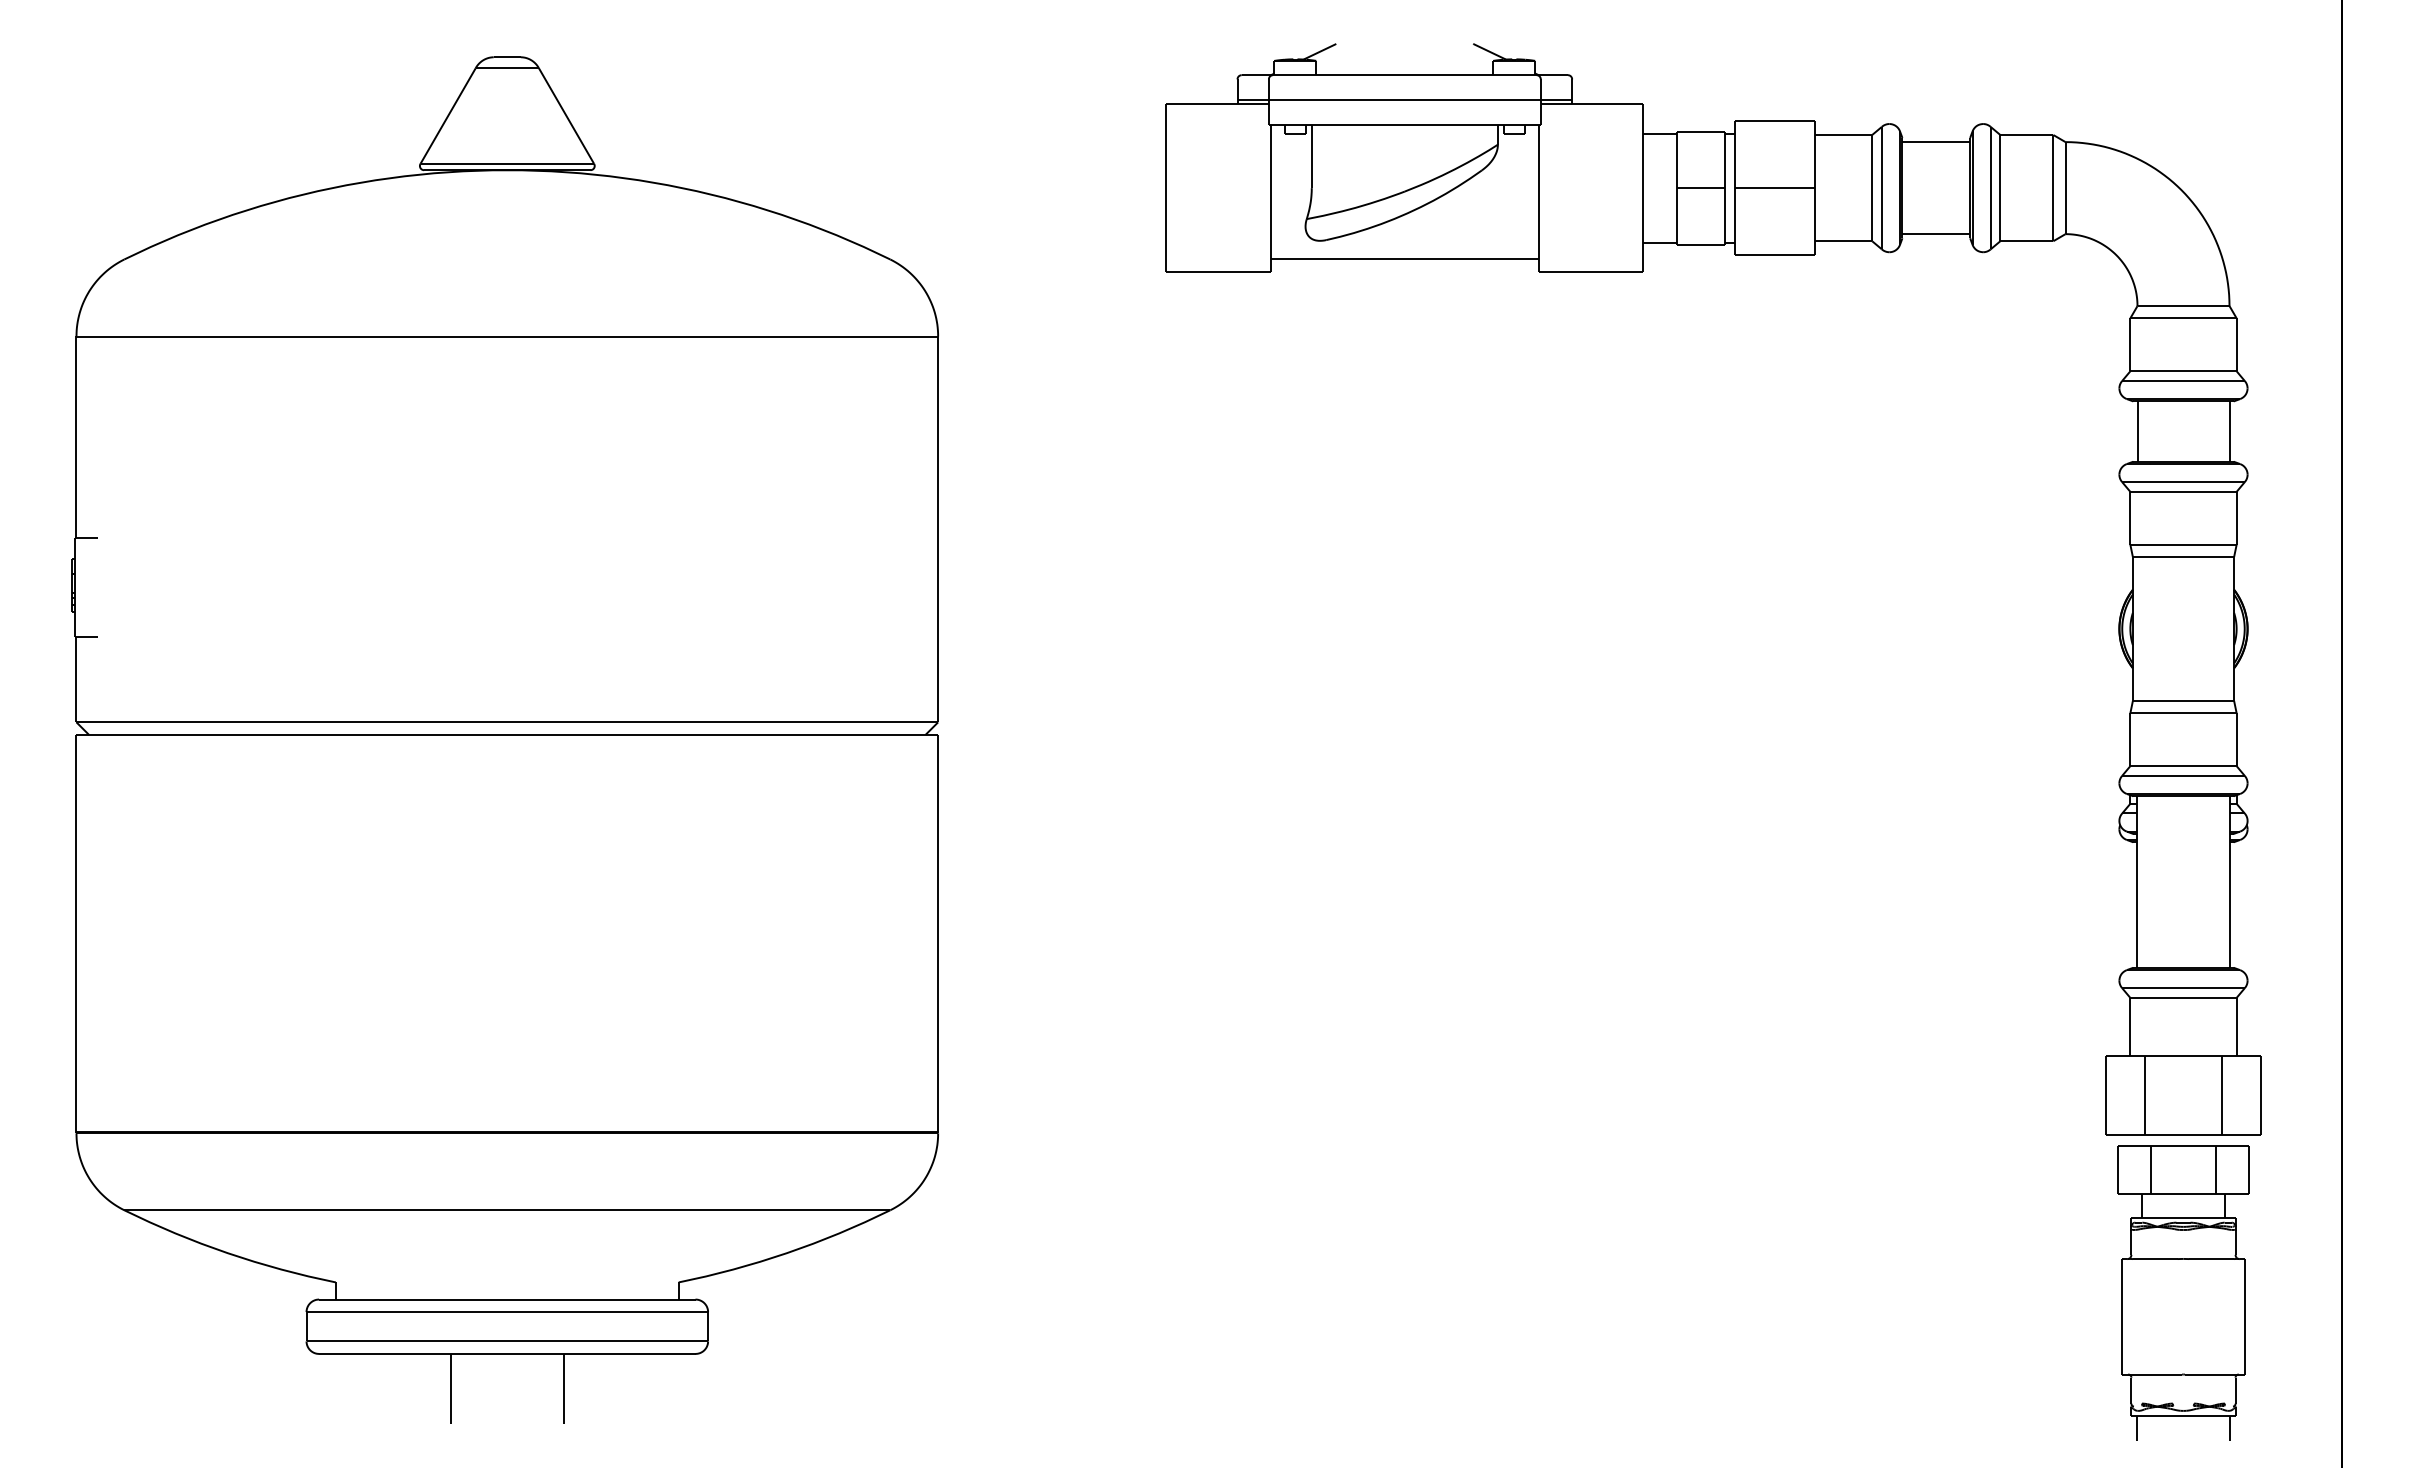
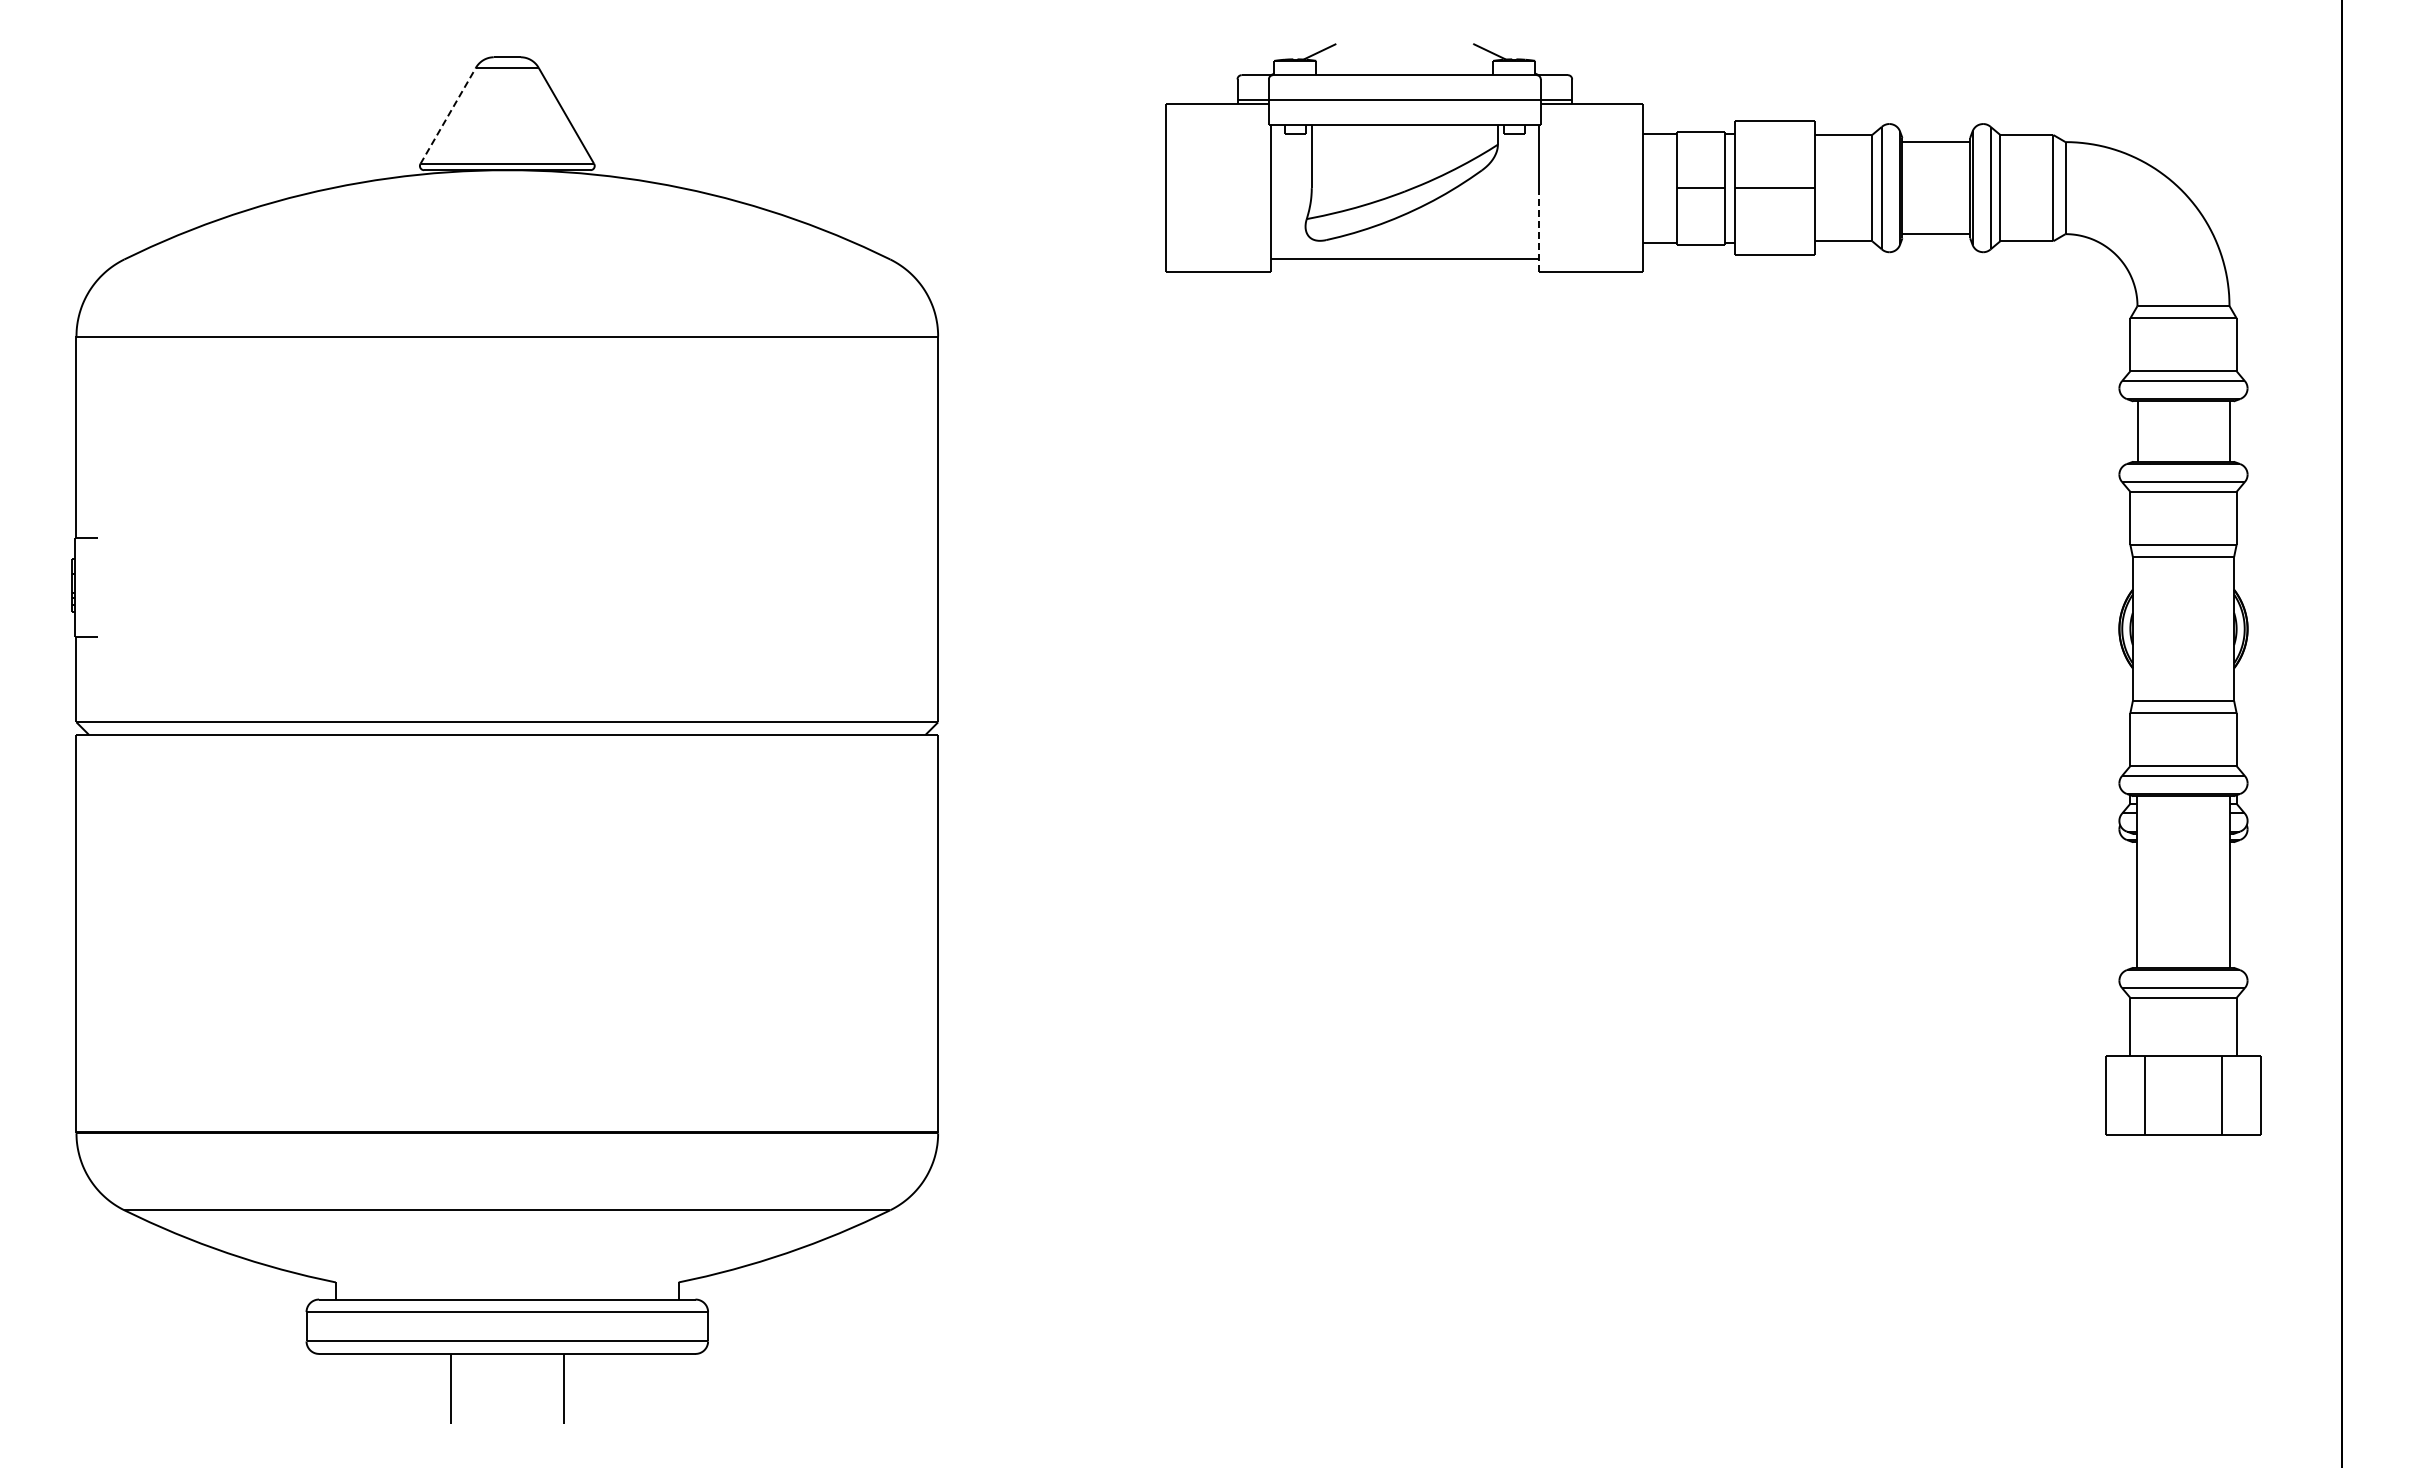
line at (448, 115): solid -> dashed
line at (1538, 229): solid -> dashed
part at (2183, 1292): present -> none
